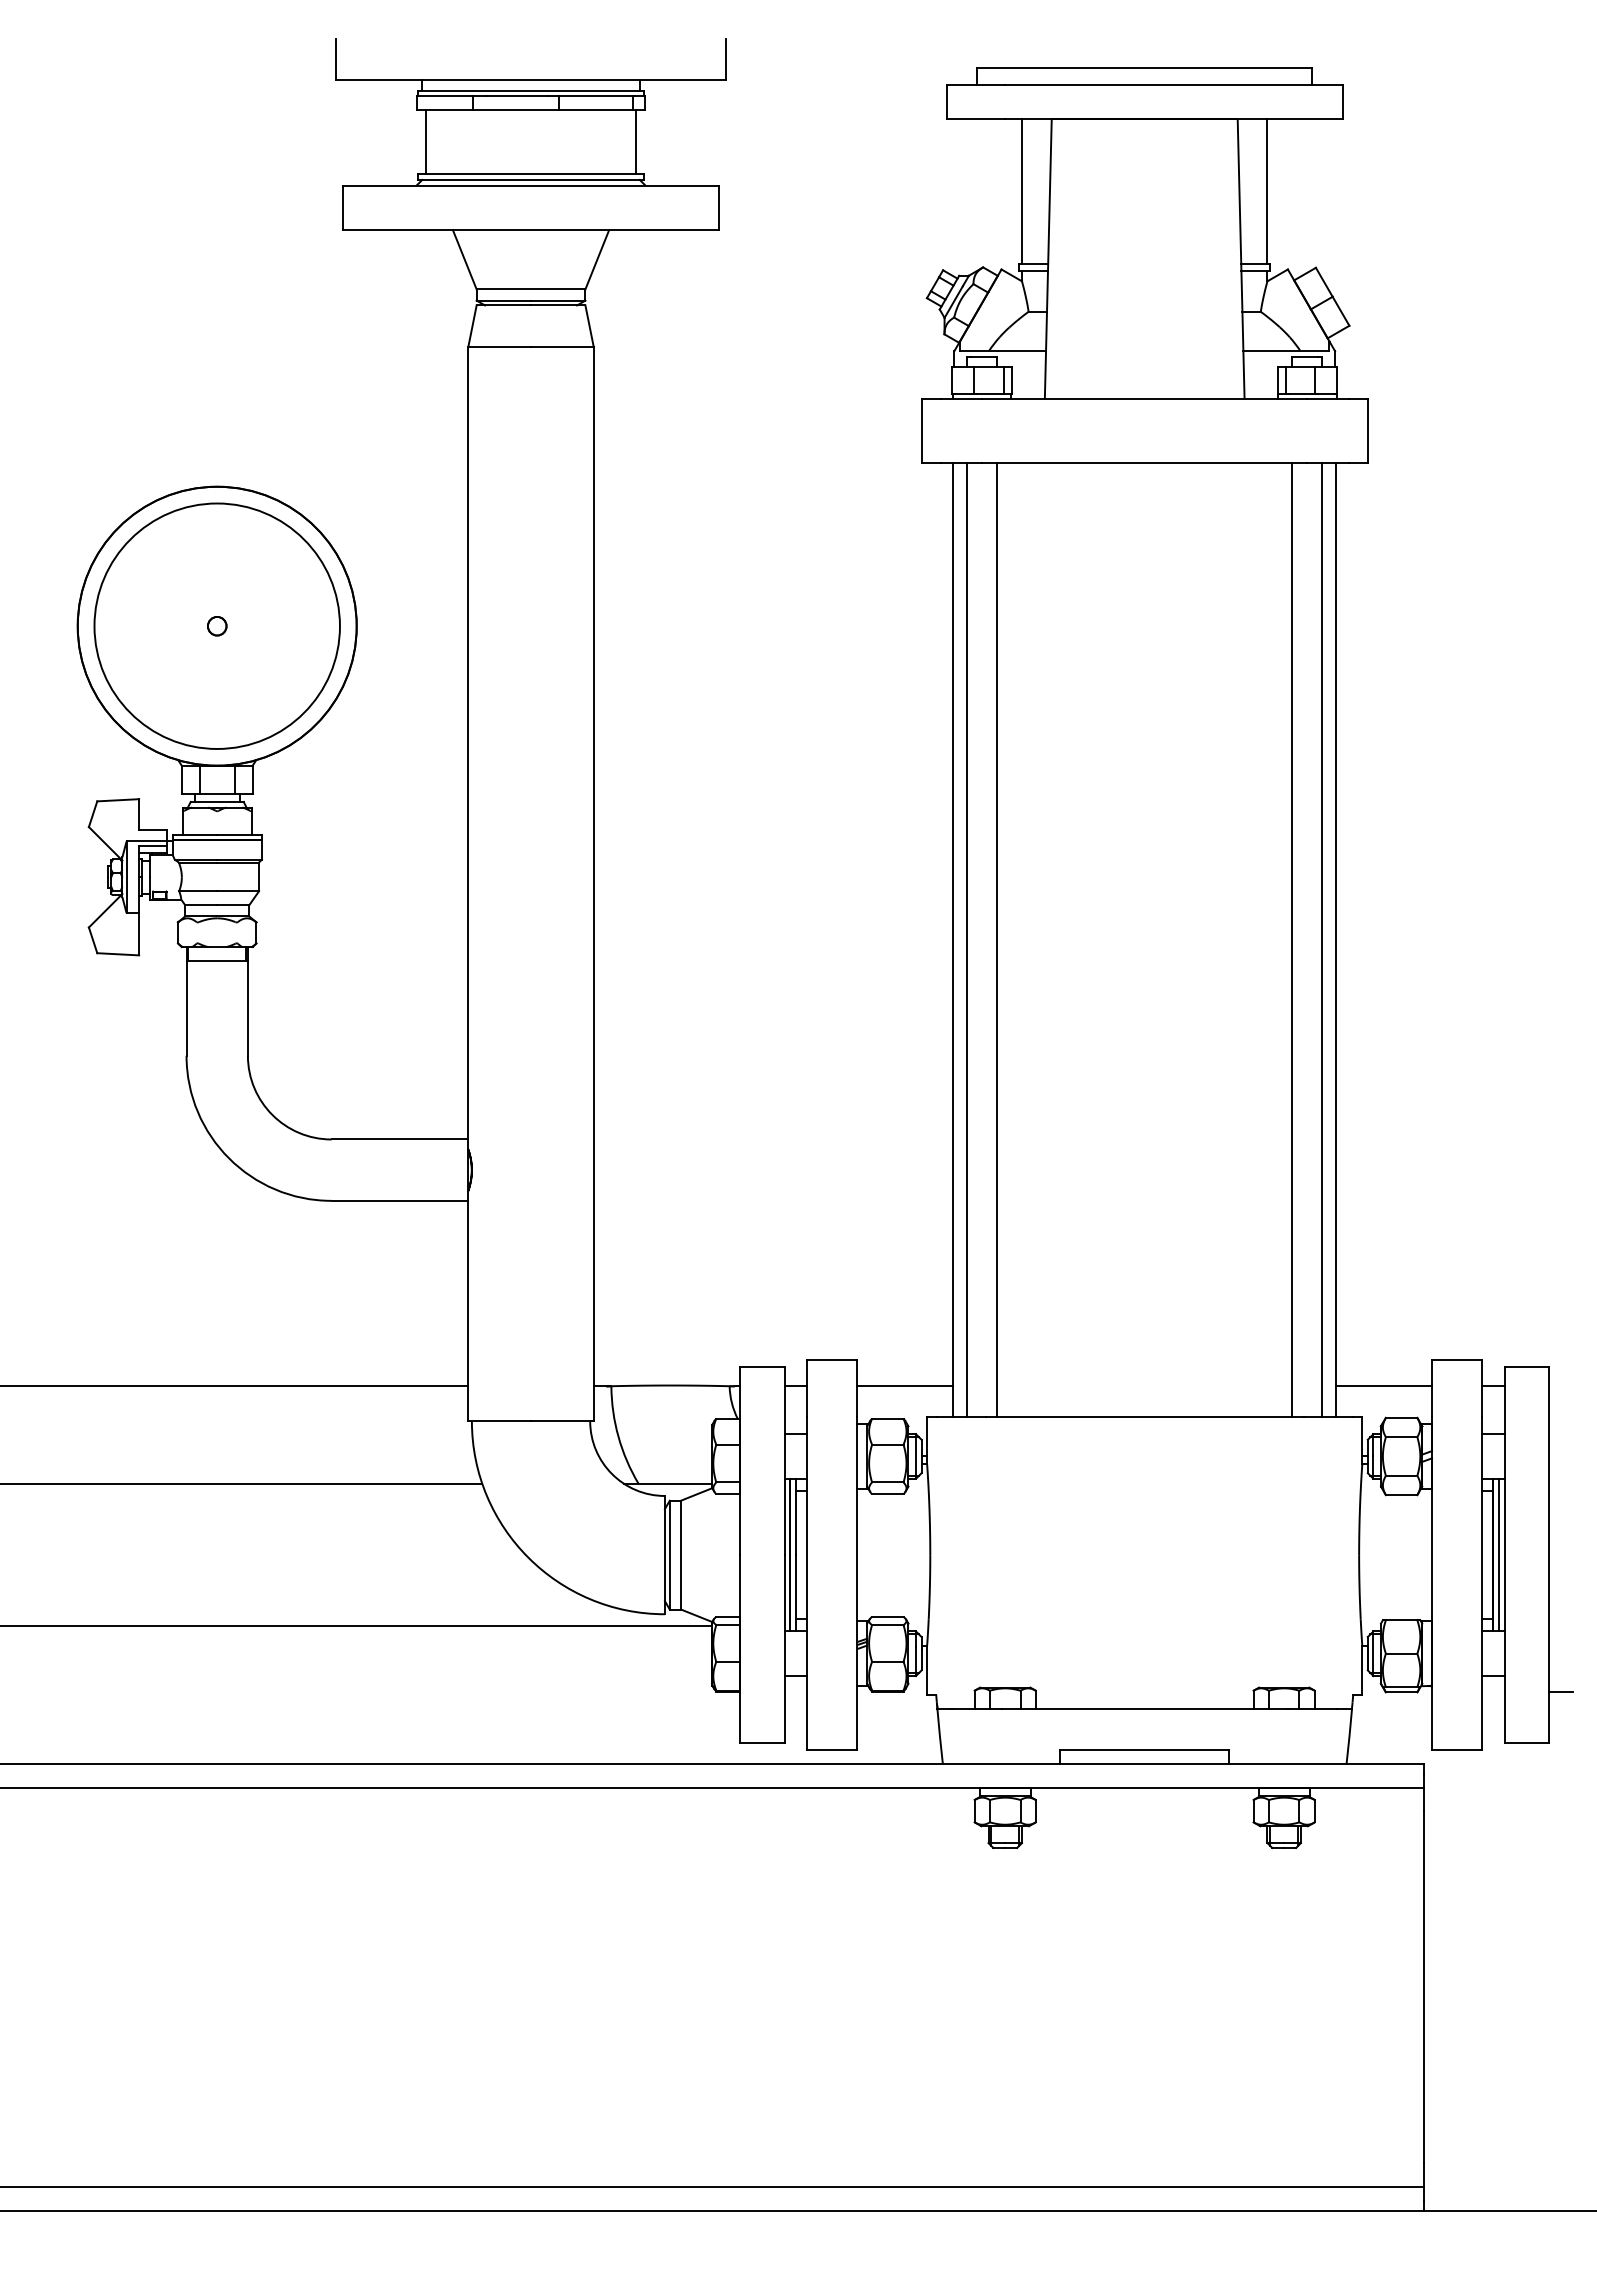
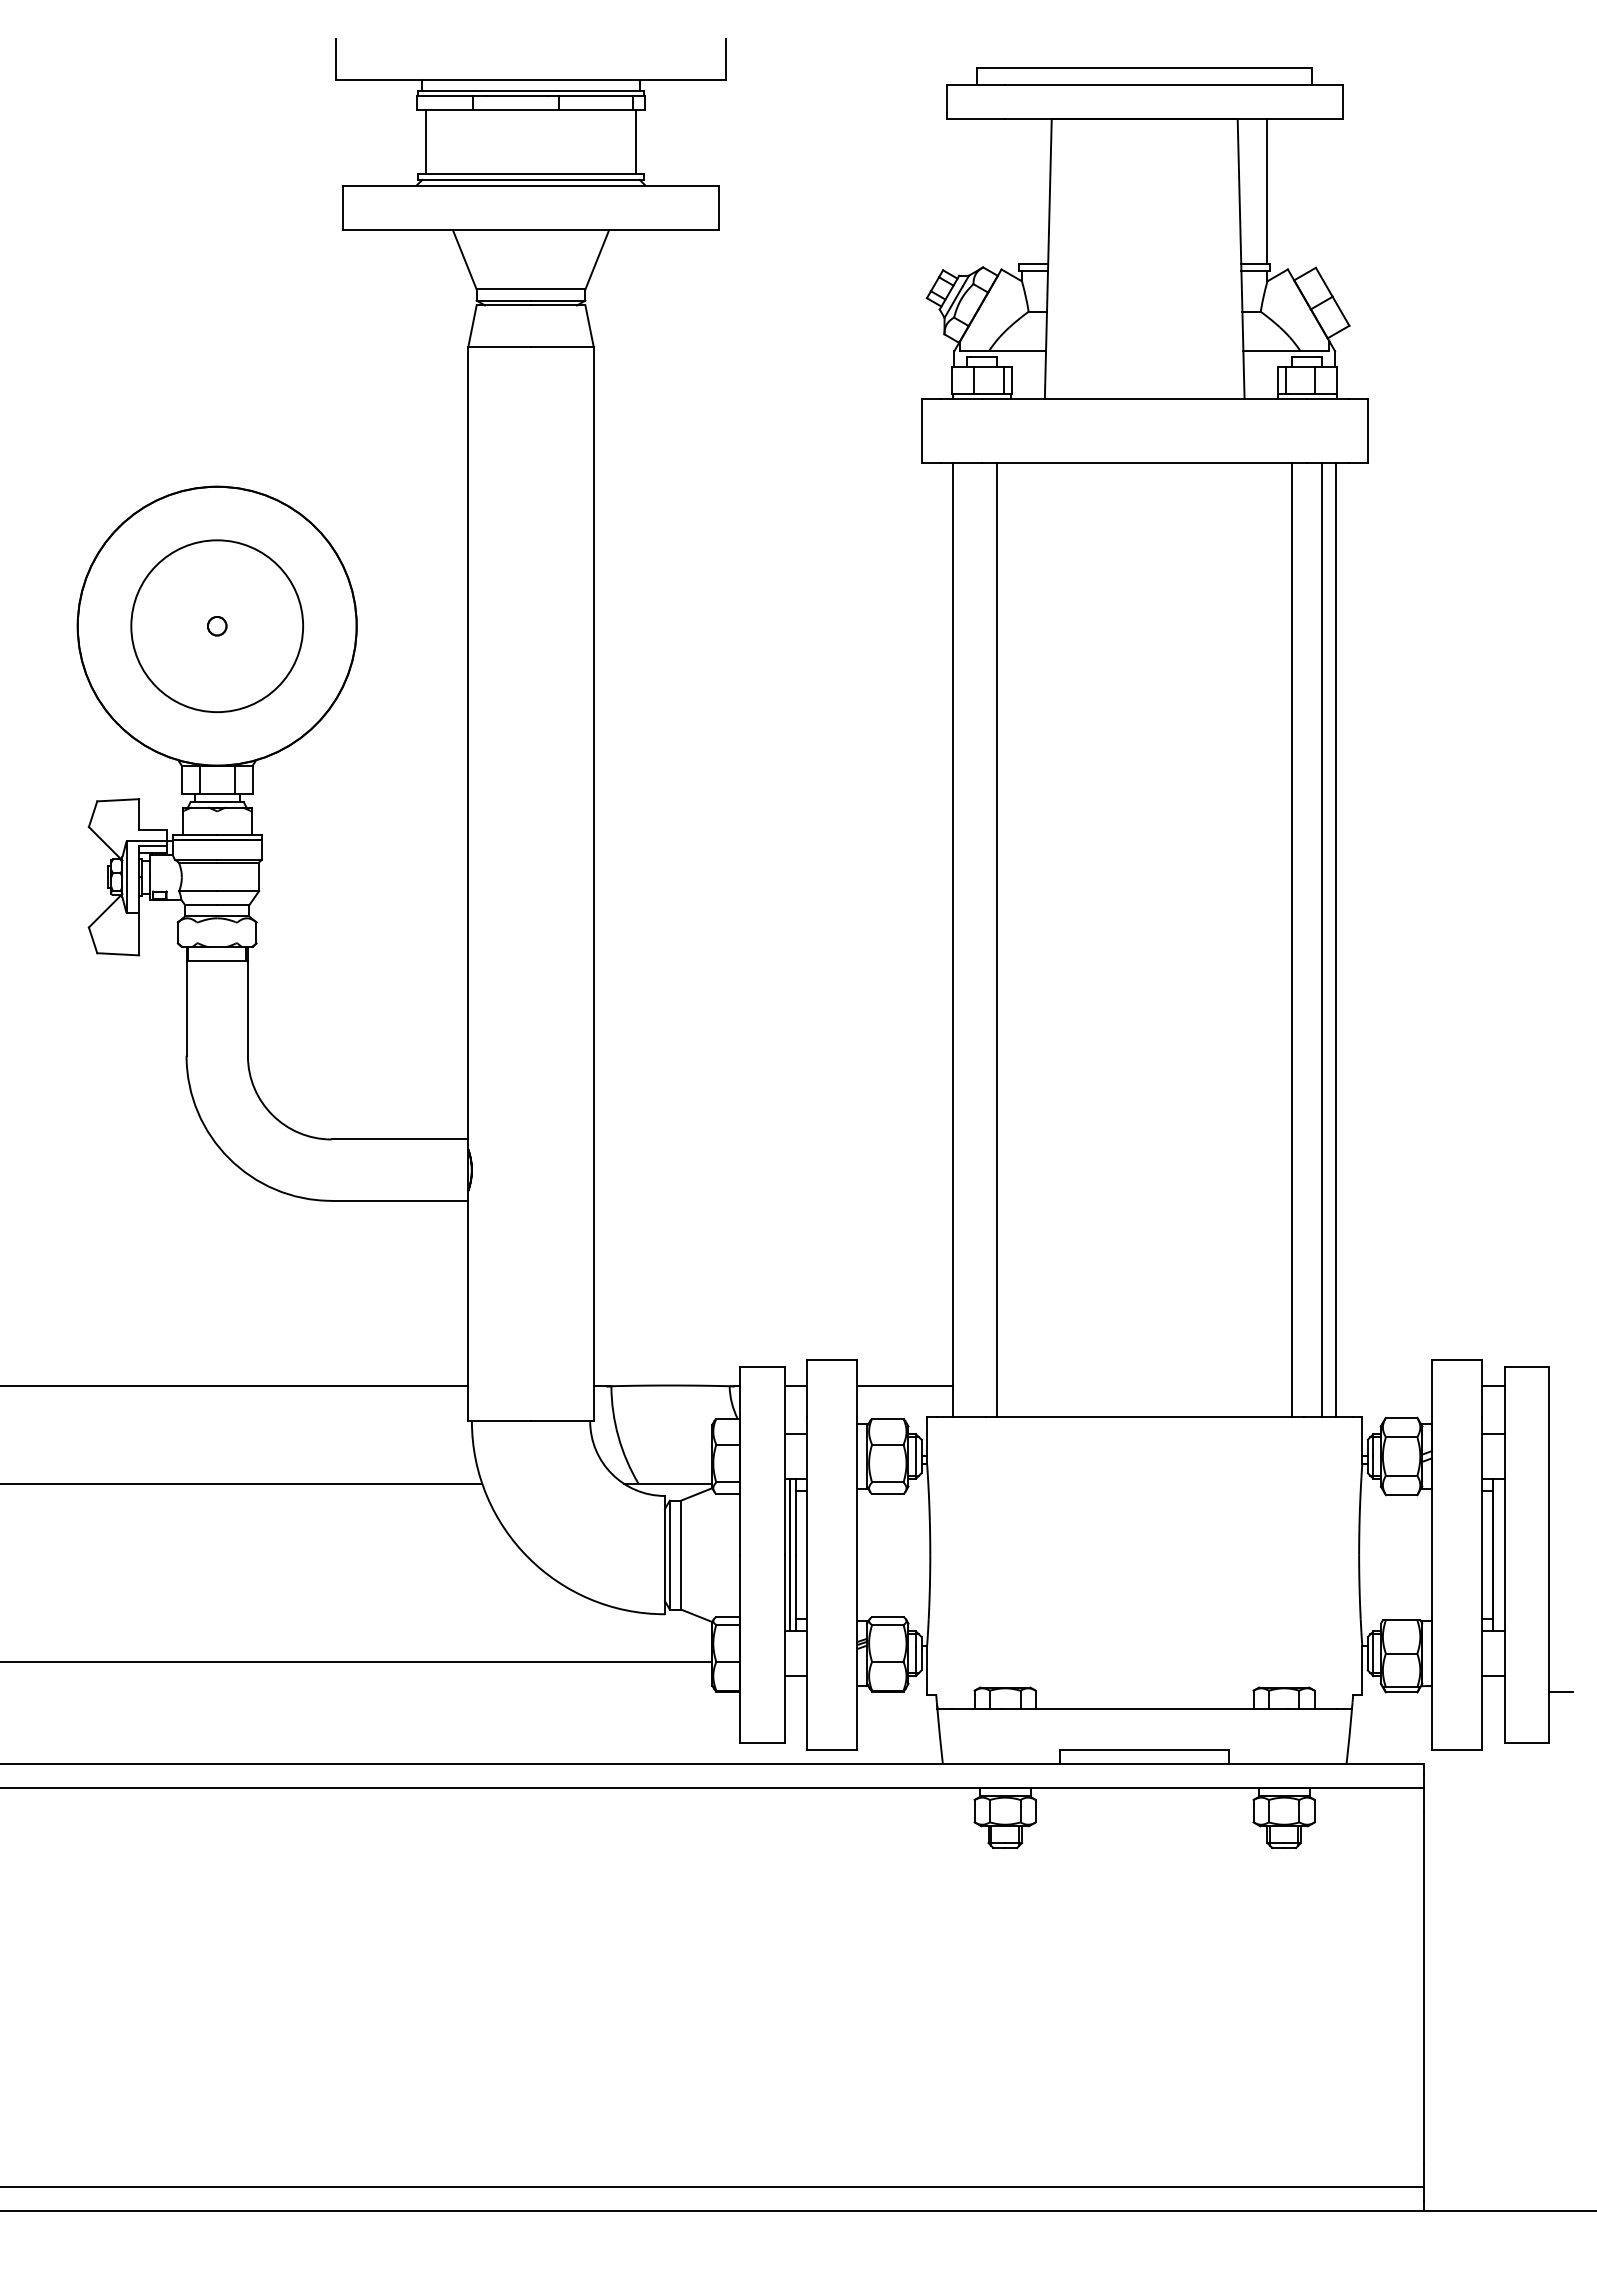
line at (1021, 191): present -> none
circle at (216, 625) diameter: 245 px -> 172 px
line at (966, 939): present -> none
line at (1384, 1386): present -> none
line at (1498, 1554): present -> none
line at (357, 1626) position: (357, 1626) -> (357, 1662)
